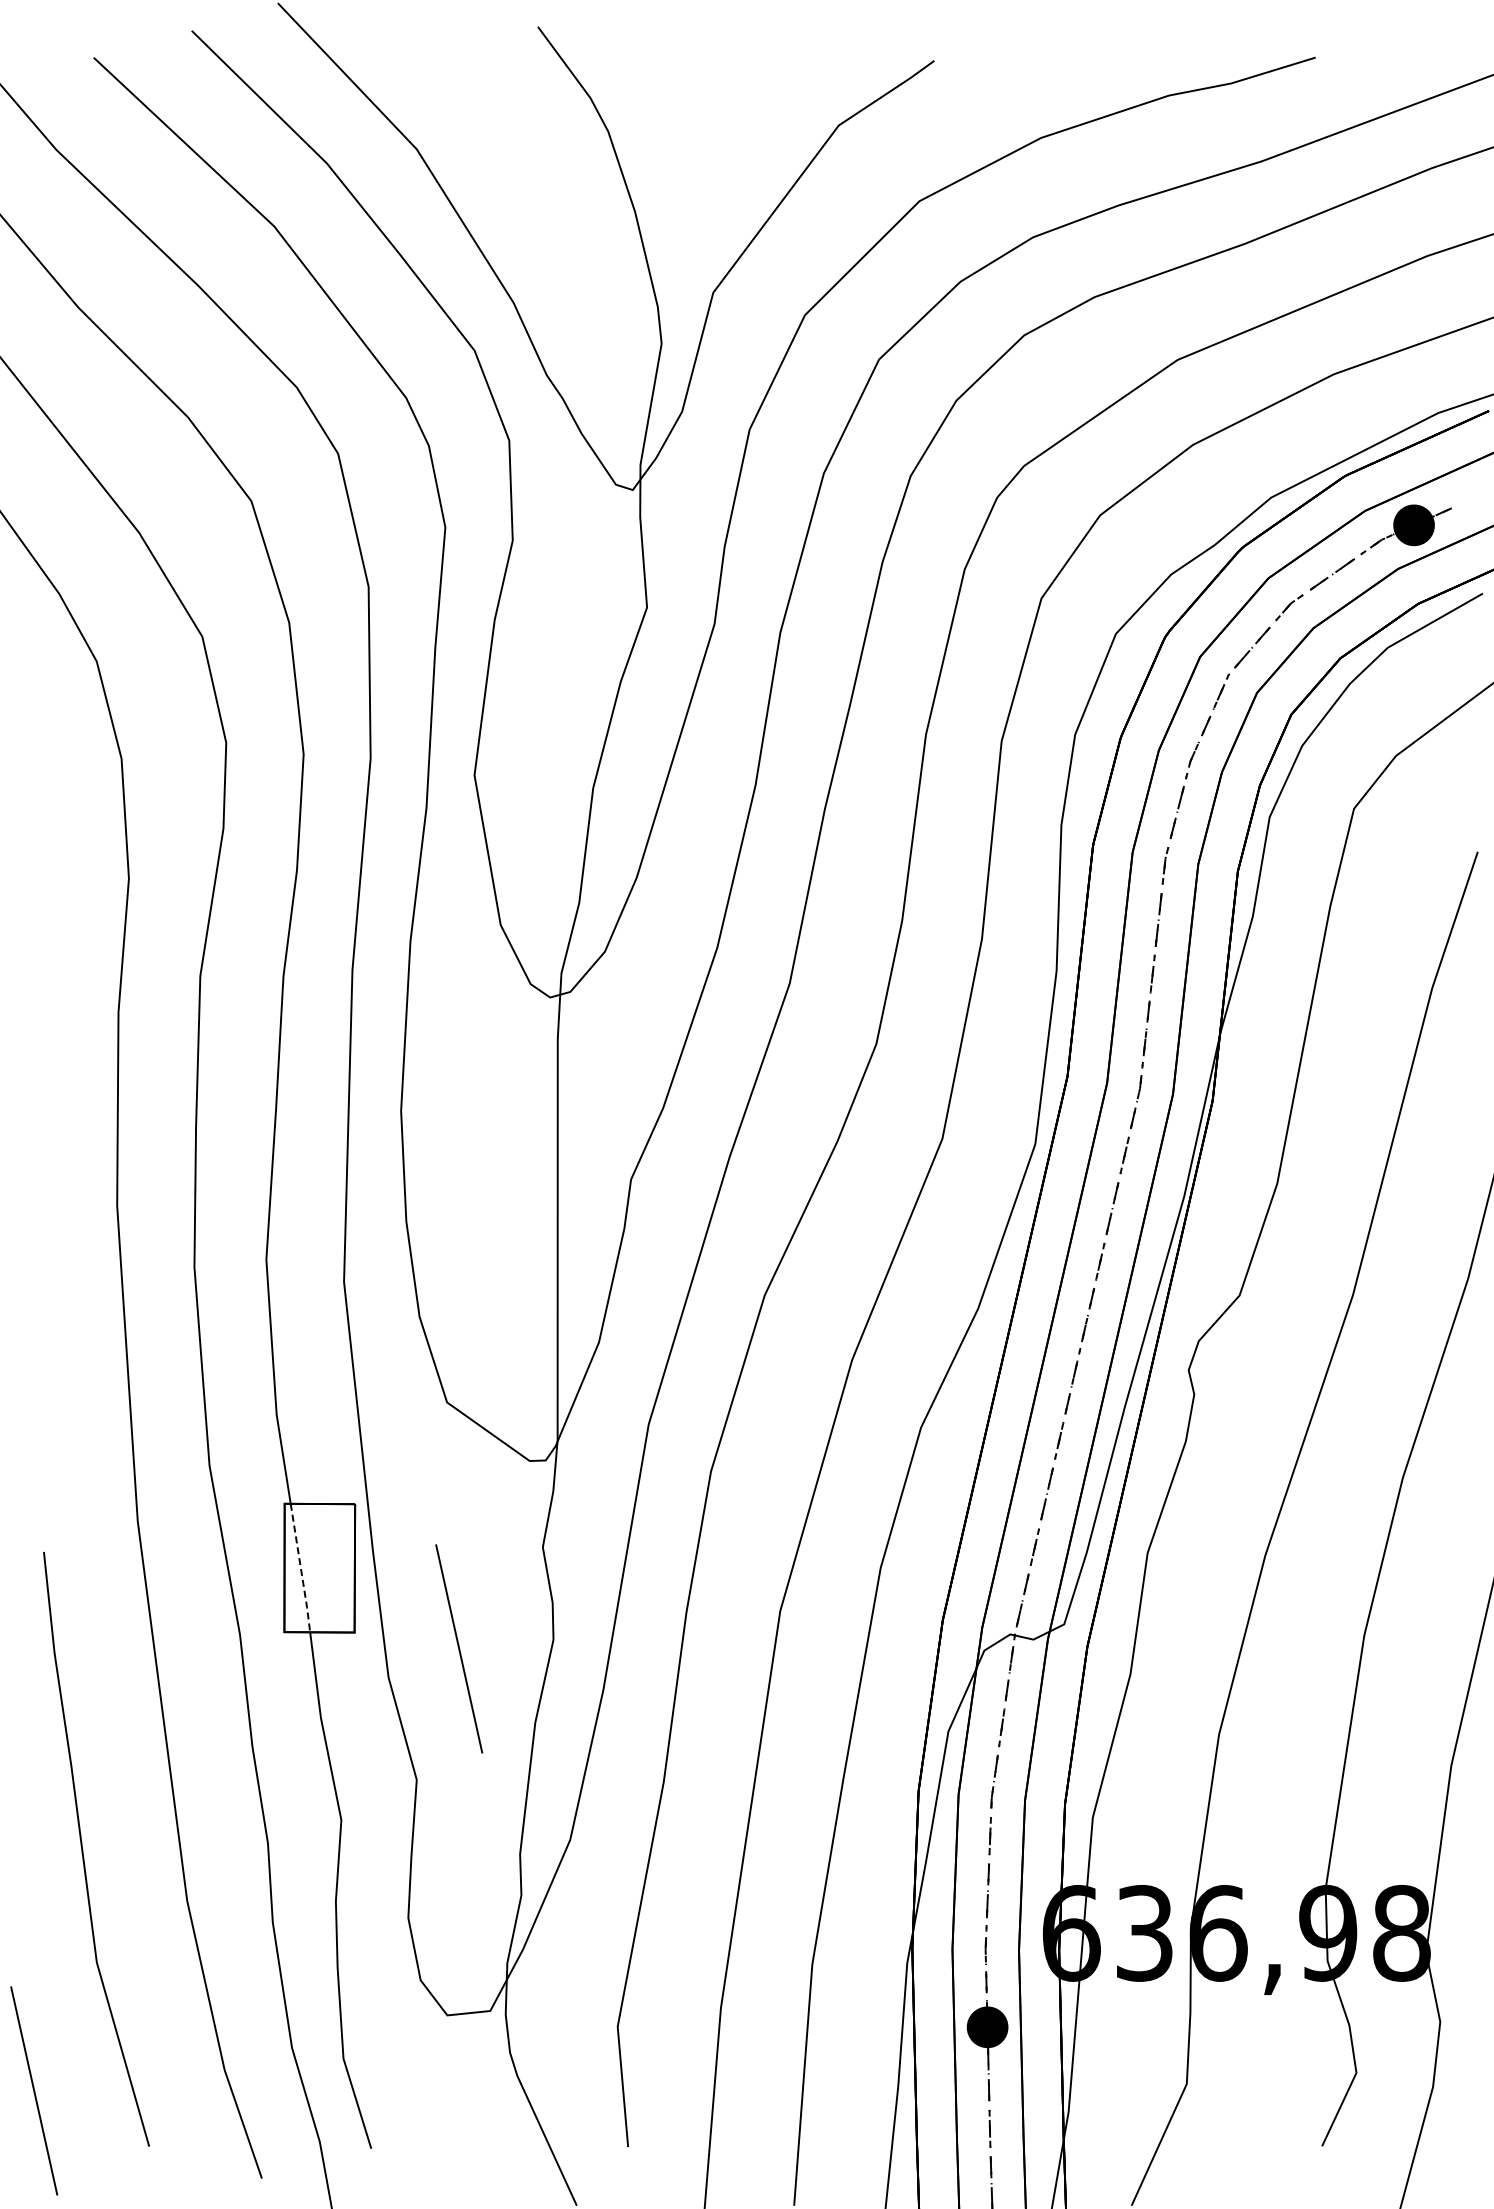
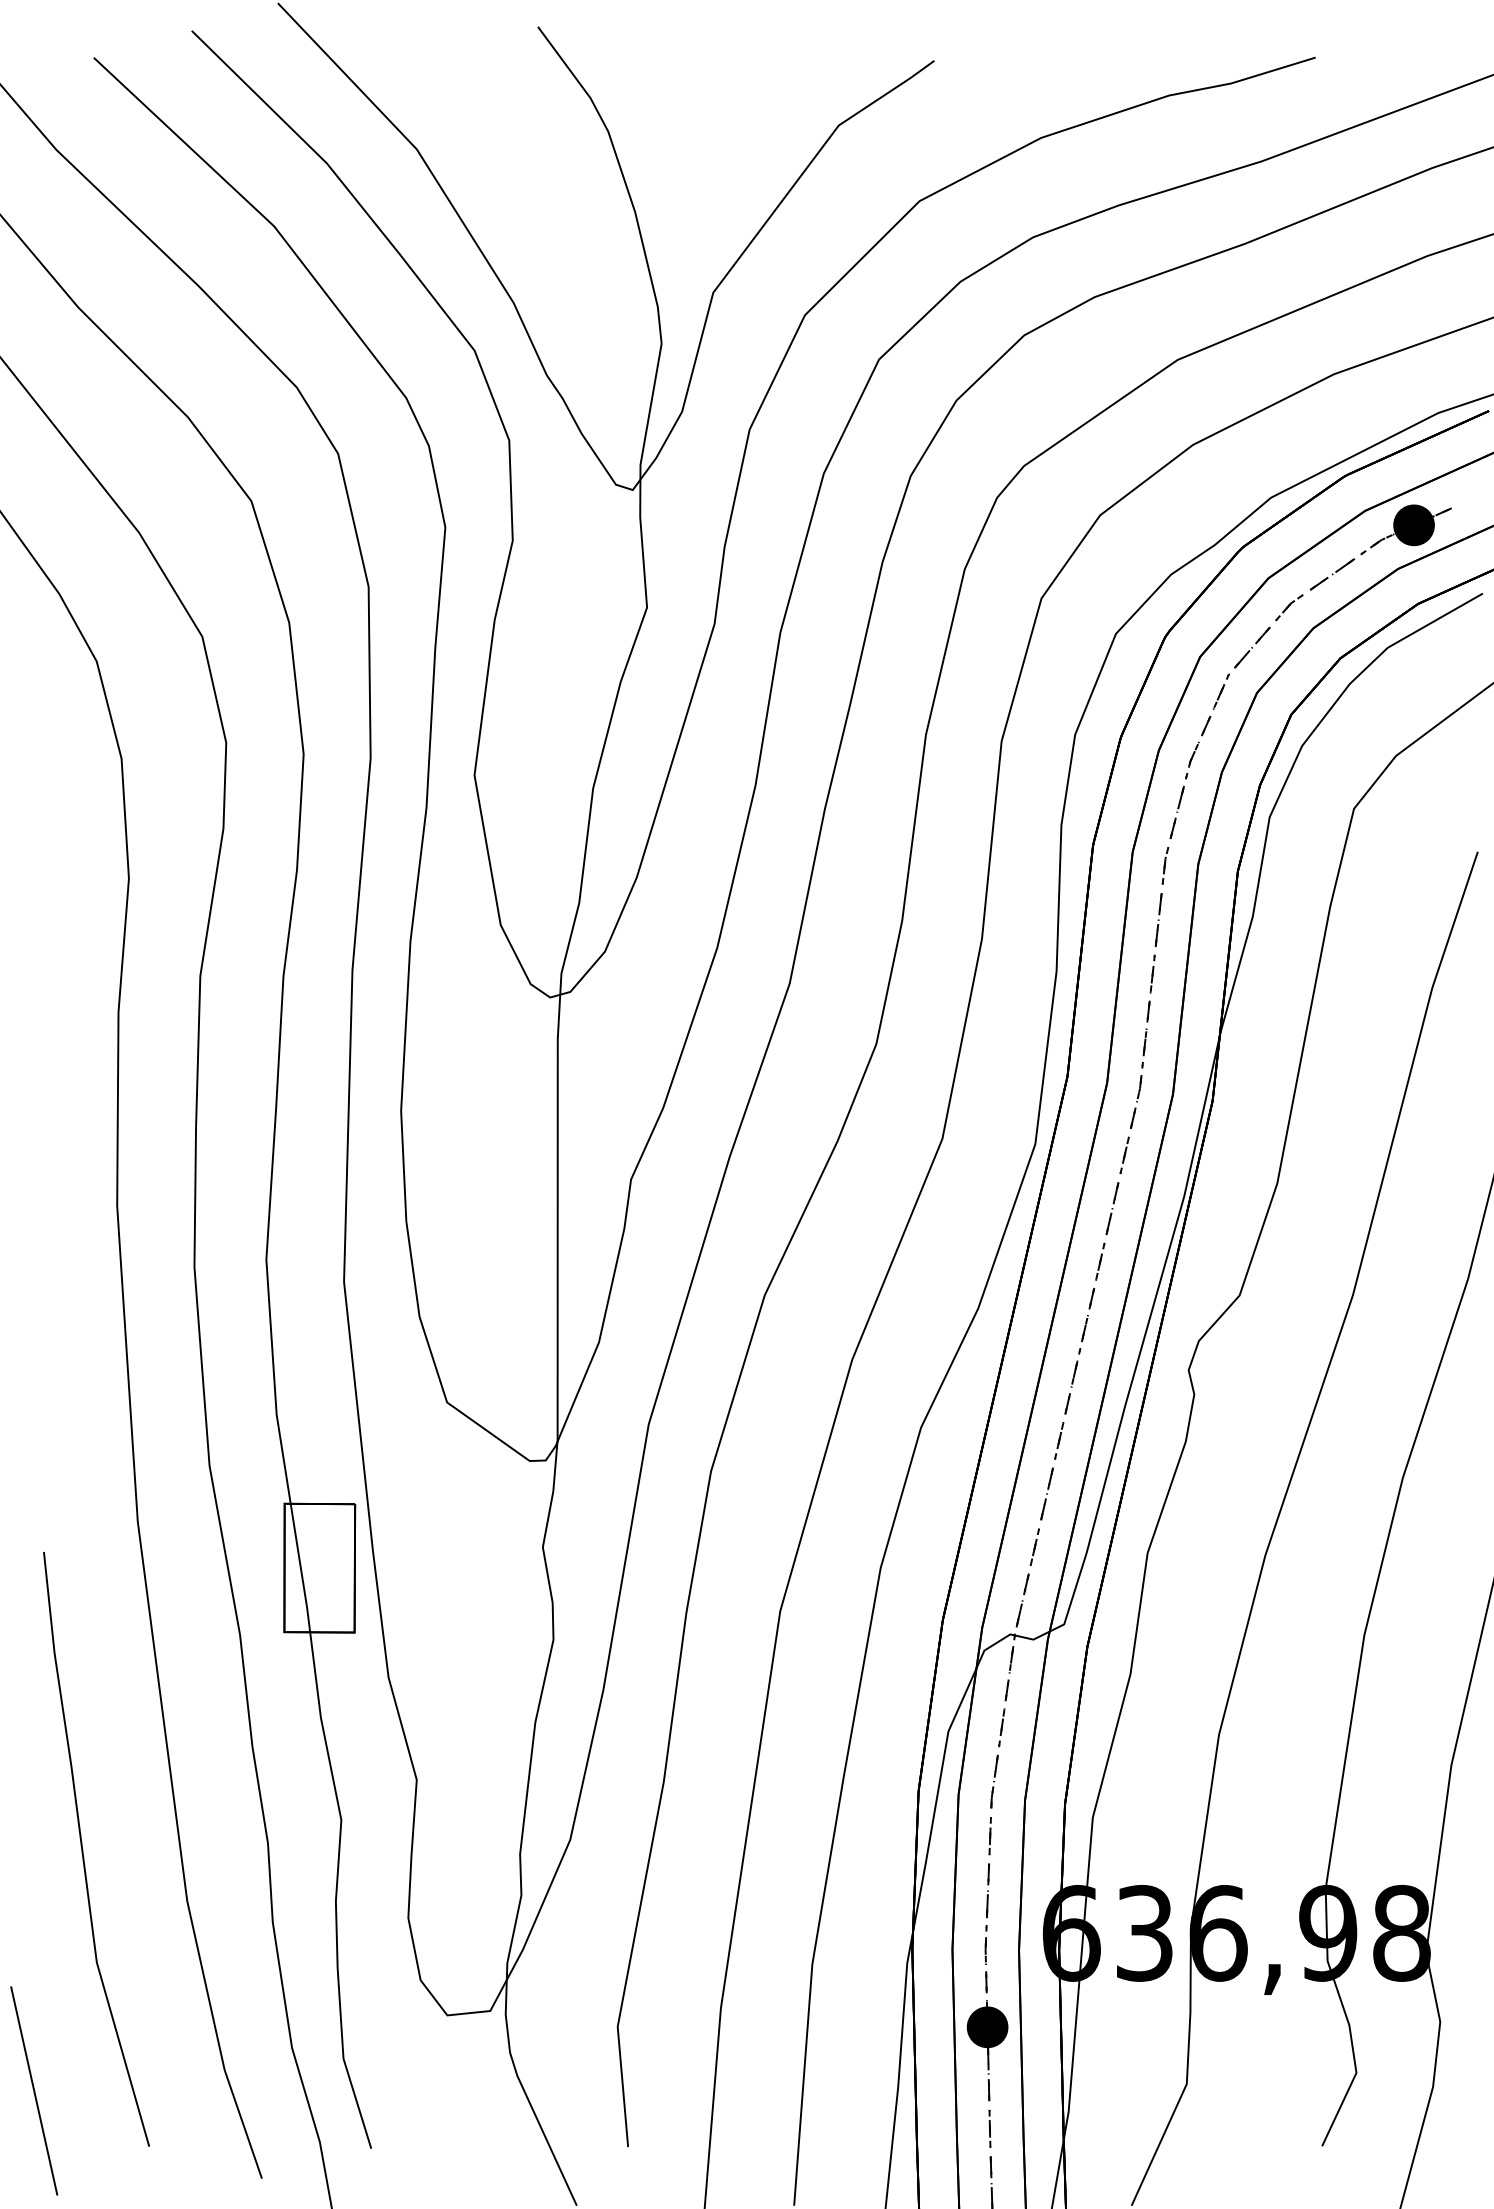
line at (300, 1568): dashed -> solid
line at (459, 1648): present -> none
